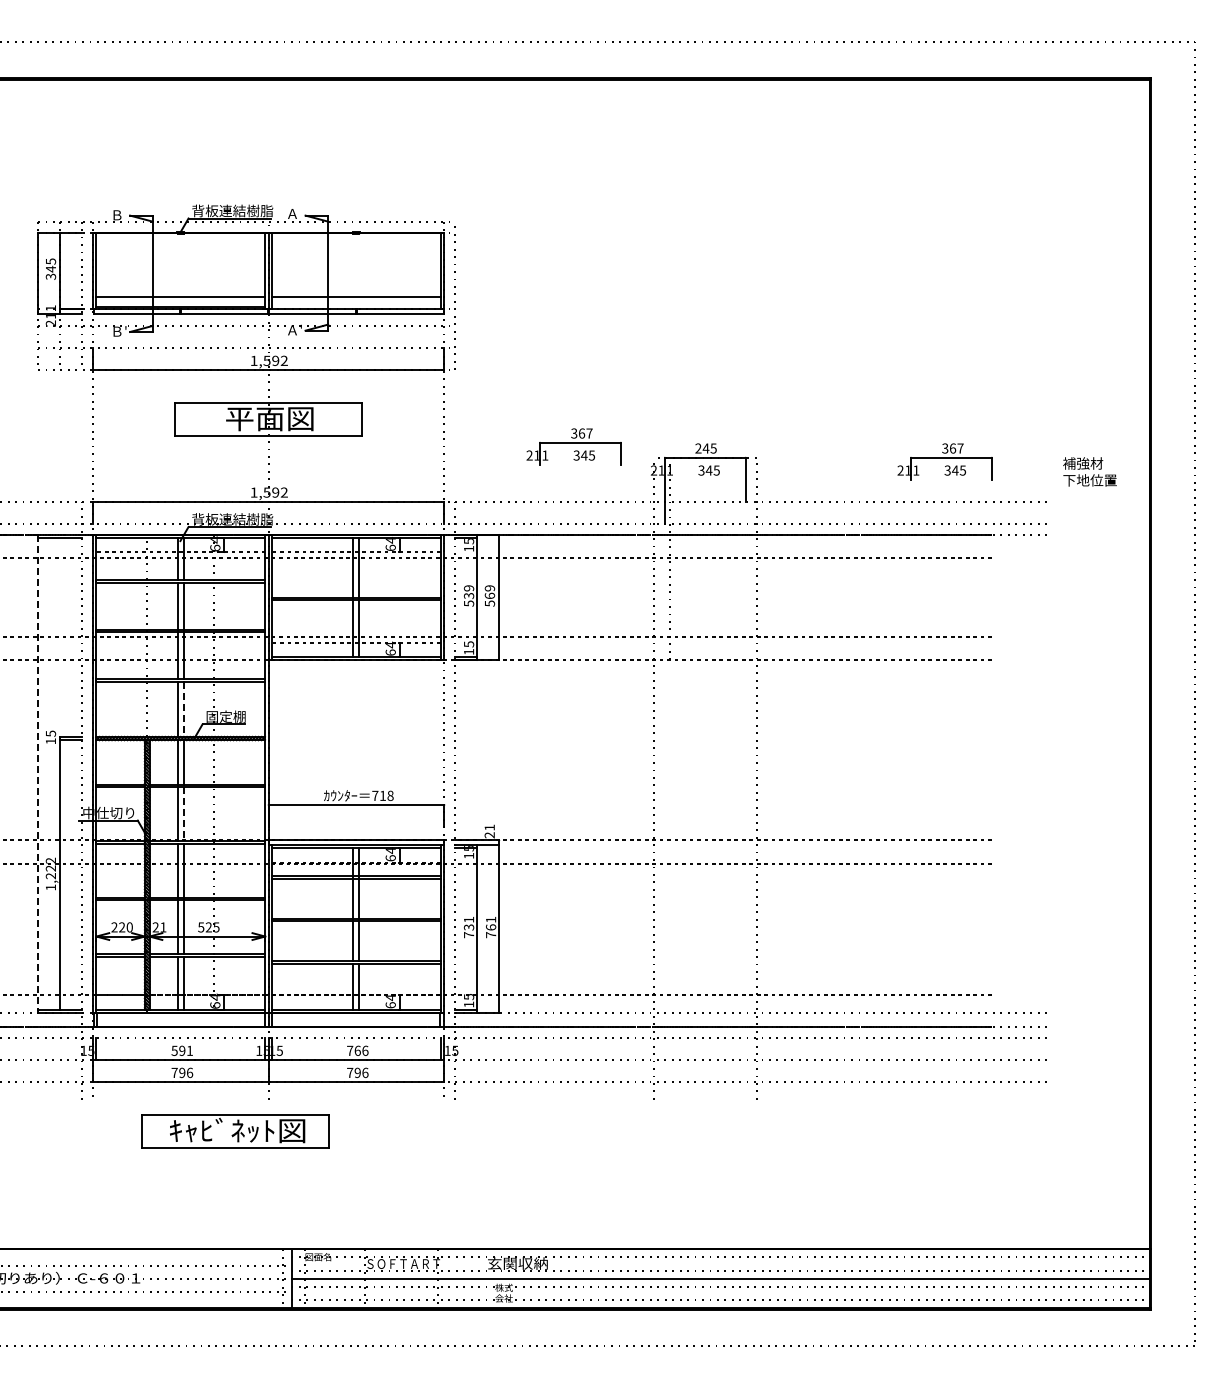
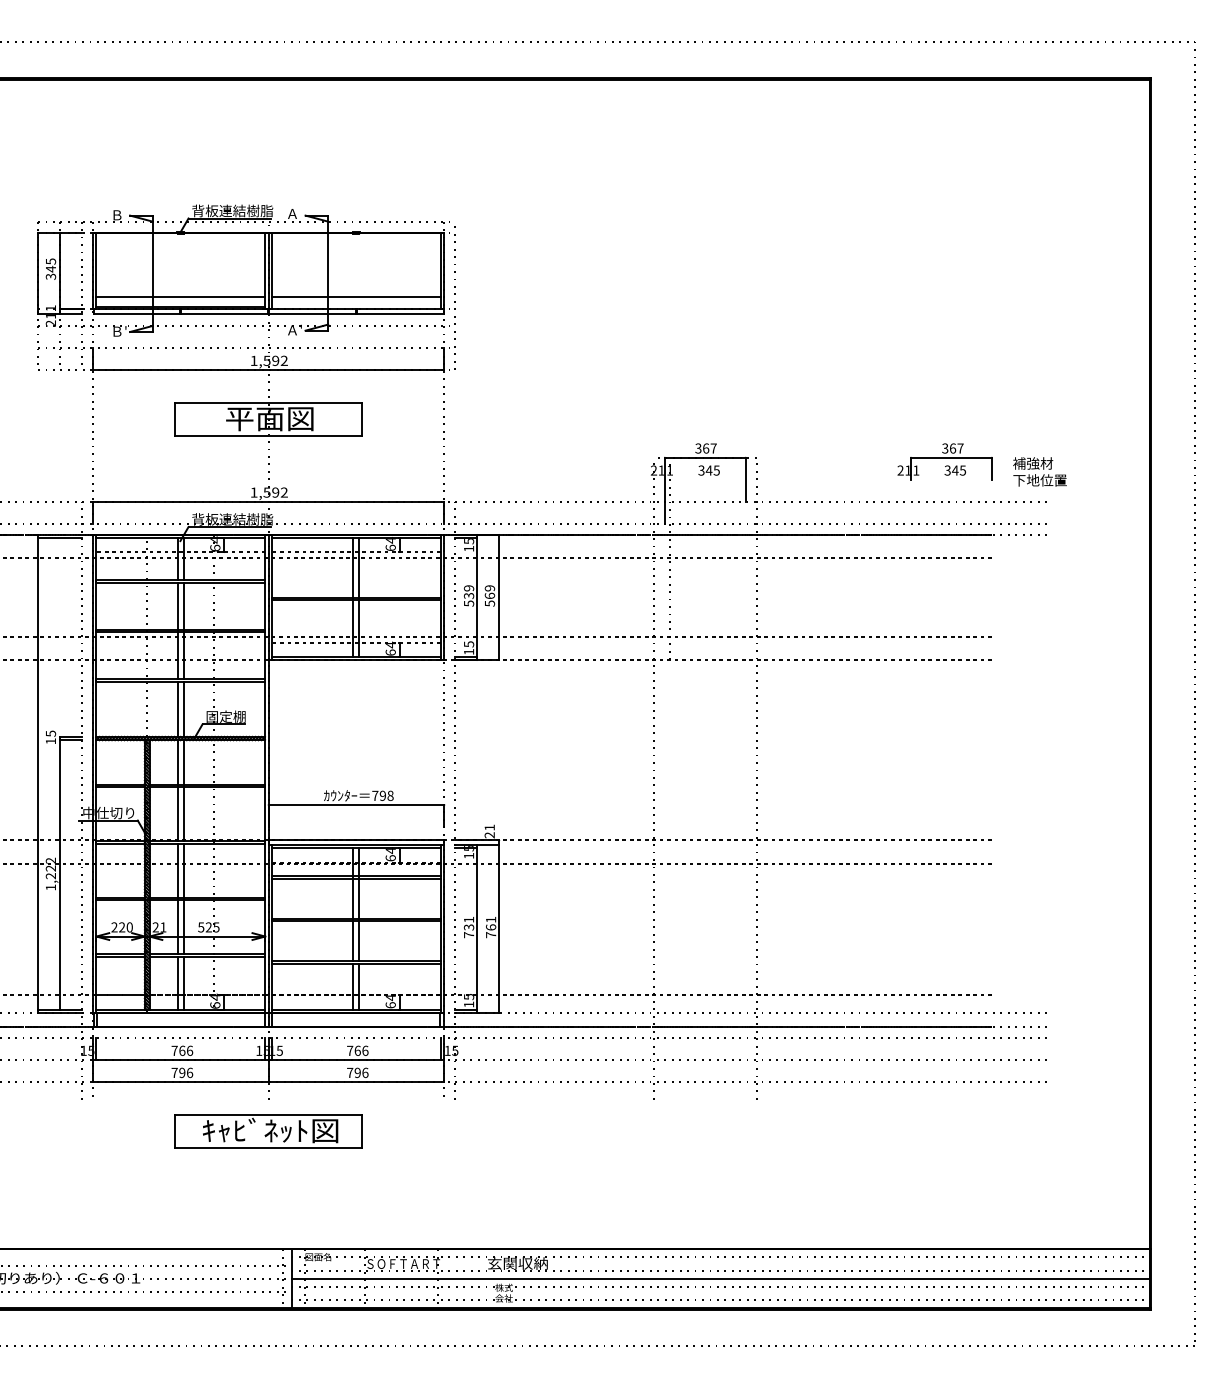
part at (573, 446): present -> none
text at (705, 448): 245 -> 367
text at (1089, 471) position: (1089, 471) -> (1039, 471)
line at (183, 709): dashed -> solid
line at (38, 774): dashed -> solid
text at (382, 795): 718 -> 798
line at (183, 814): dashed -> solid
text at (182, 1050): 591 -> 766
part at (235, 1131) position: (235, 1131) -> (268, 1131)
